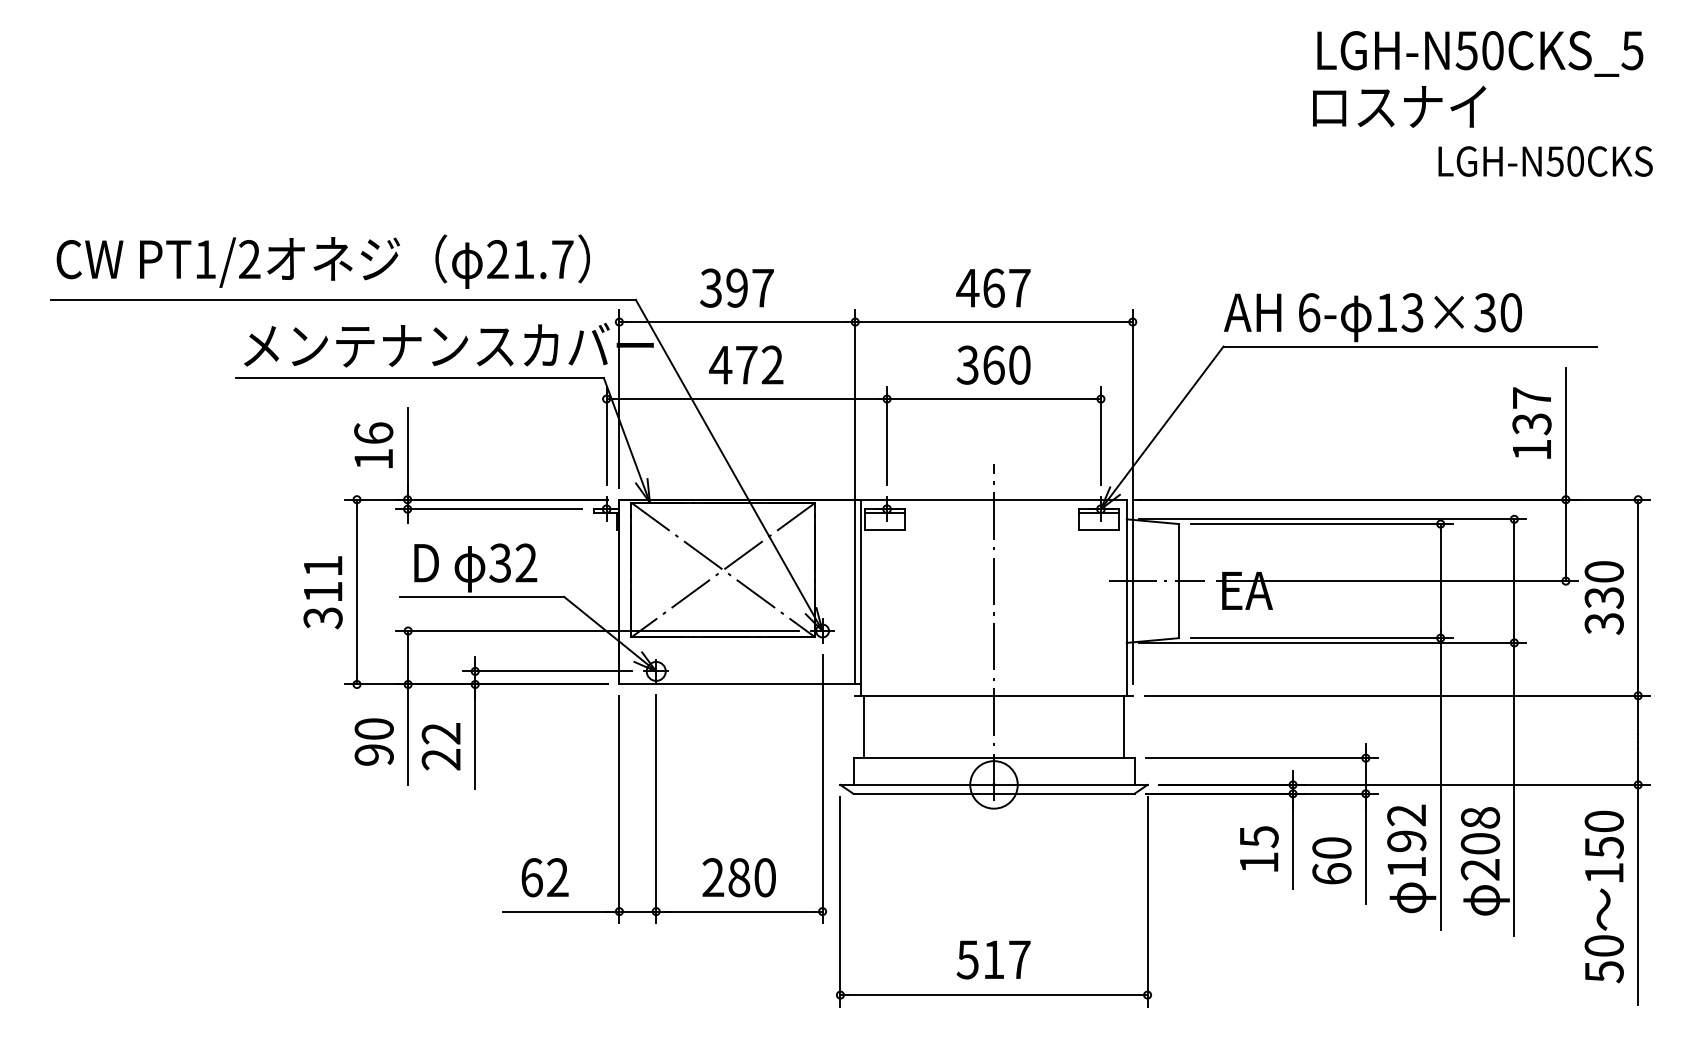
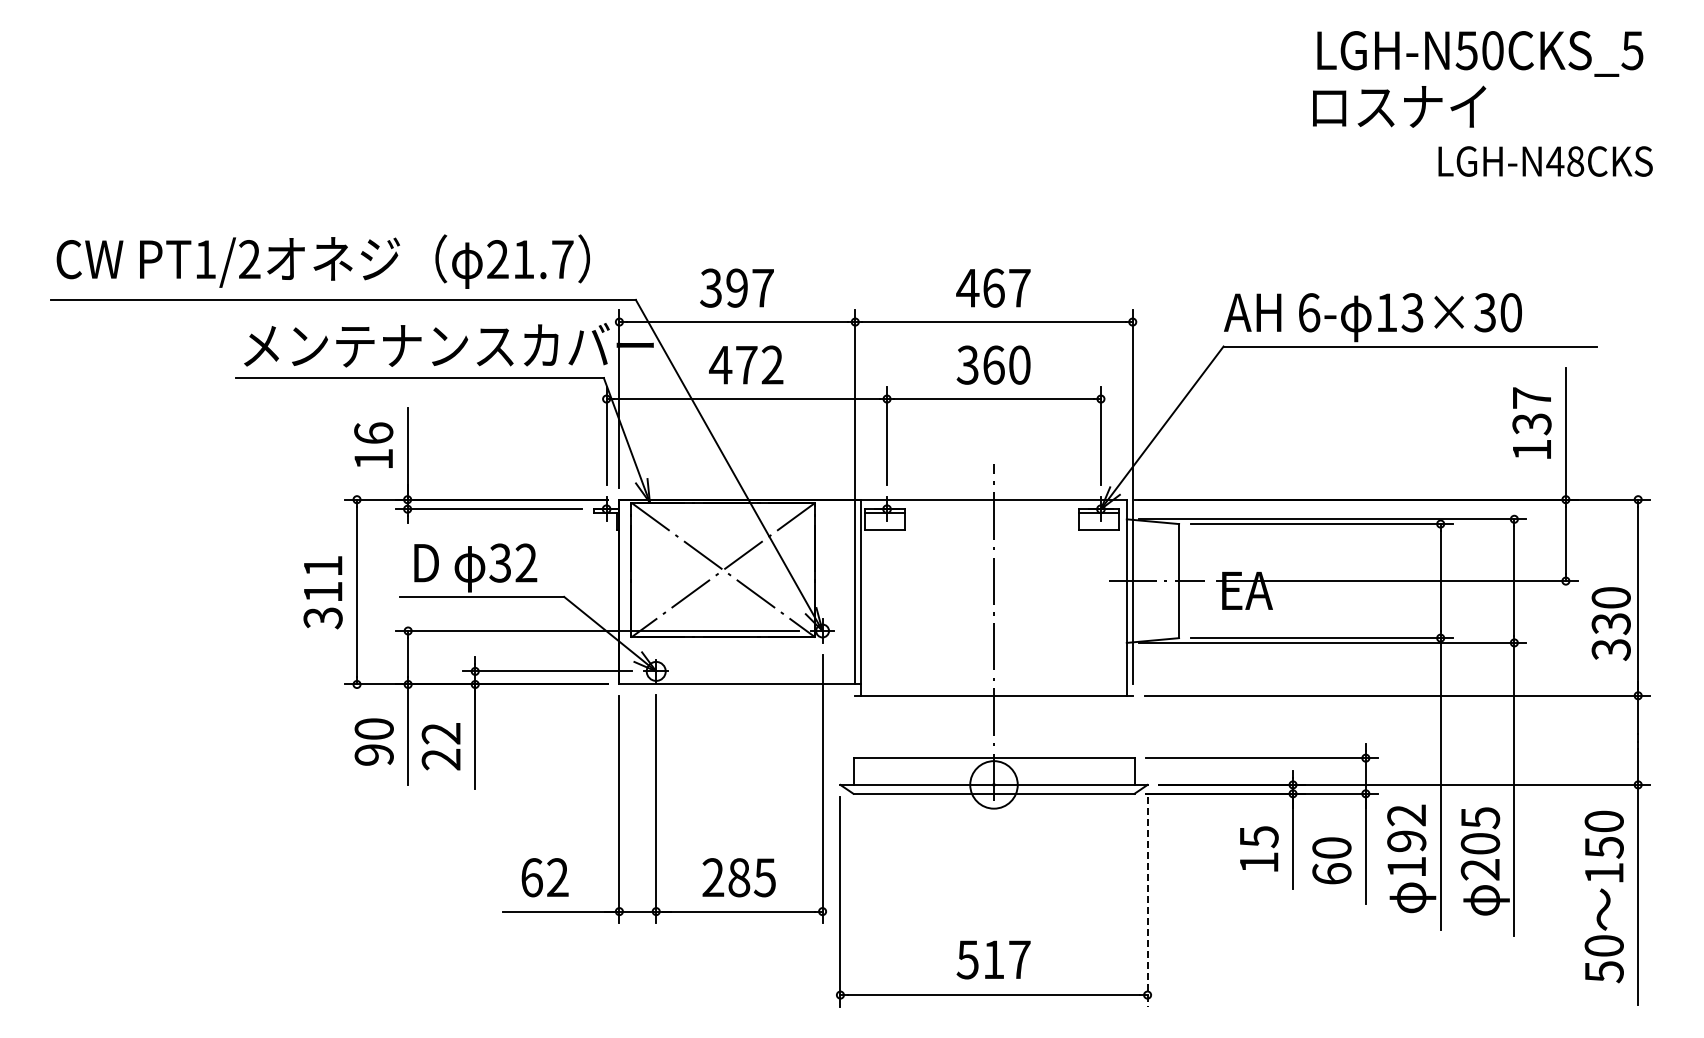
text at (1565, 161): LGH-N50CKS -> LGH-N48CKS
text at (1603, 597) position: (1603, 597) -> (1610, 623)
line at (864, 726): present -> none
line at (1123, 726): present -> none
text at (1480, 818): 208 -> 205
text at (764, 877): 280 -> 285
line at (1147, 902): solid -> dashed
